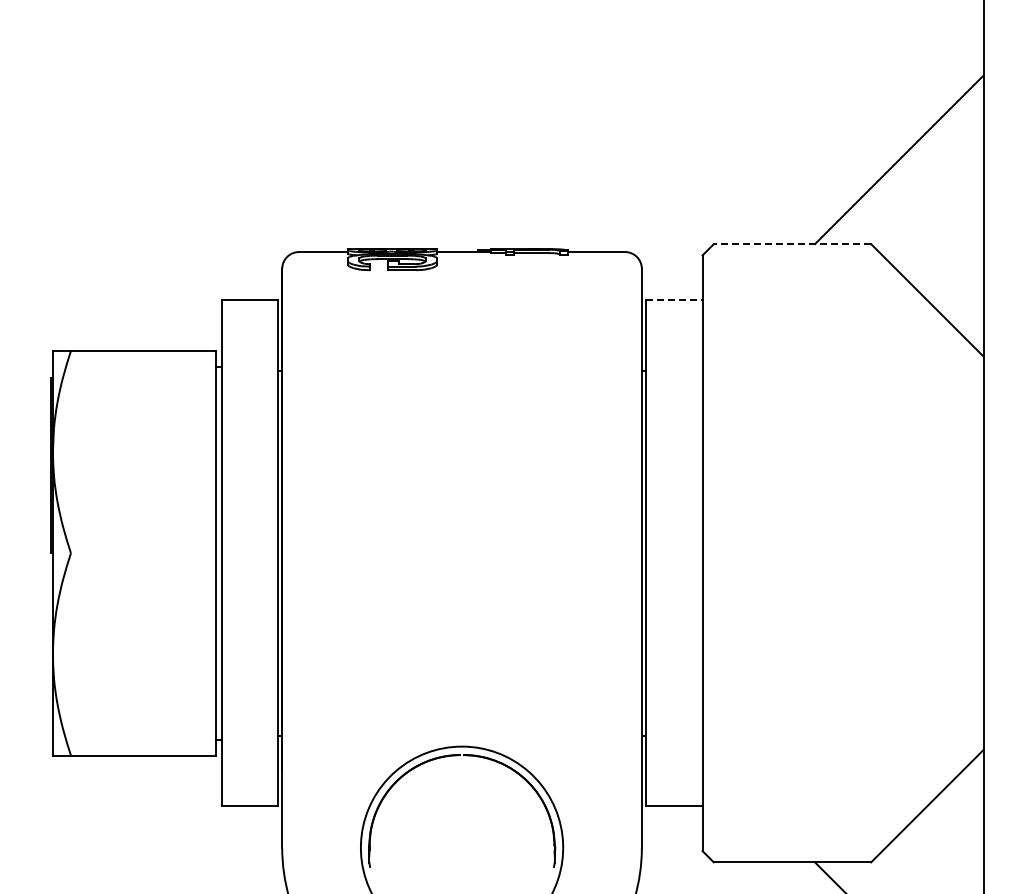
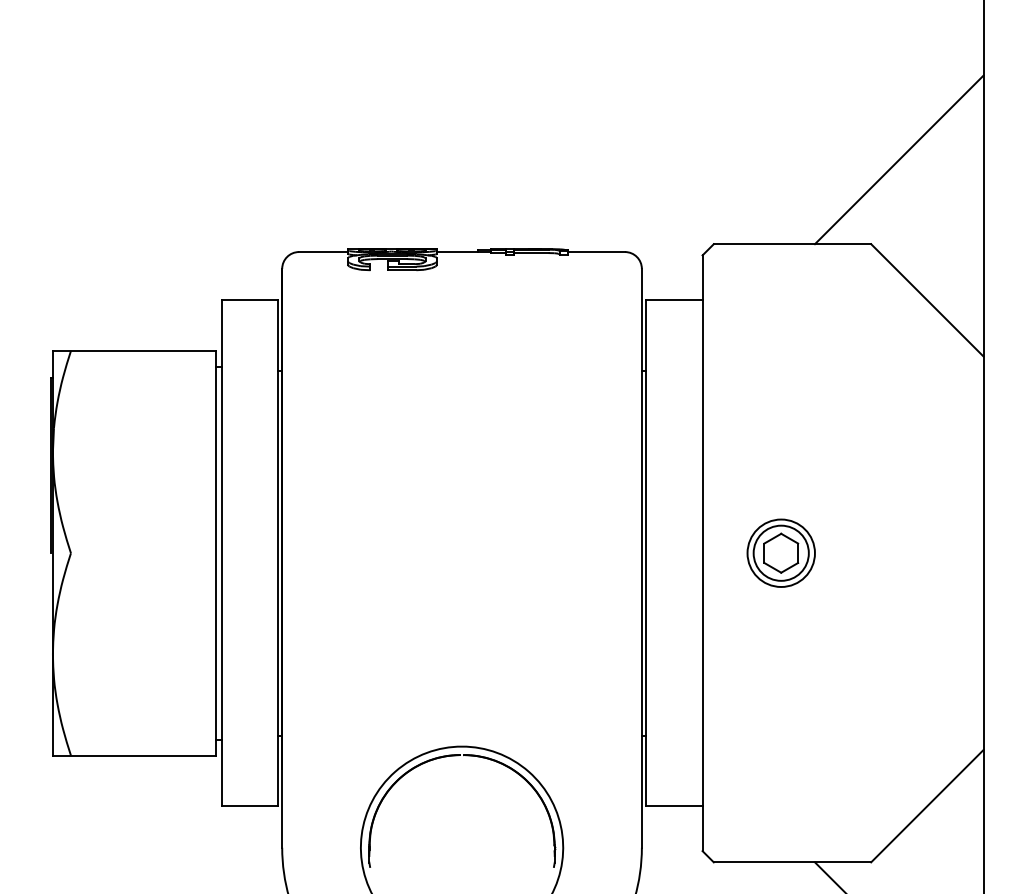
line at (792, 244): dashed -> solid
line at (674, 300): dashed -> solid
part at (780, 552): none -> present
